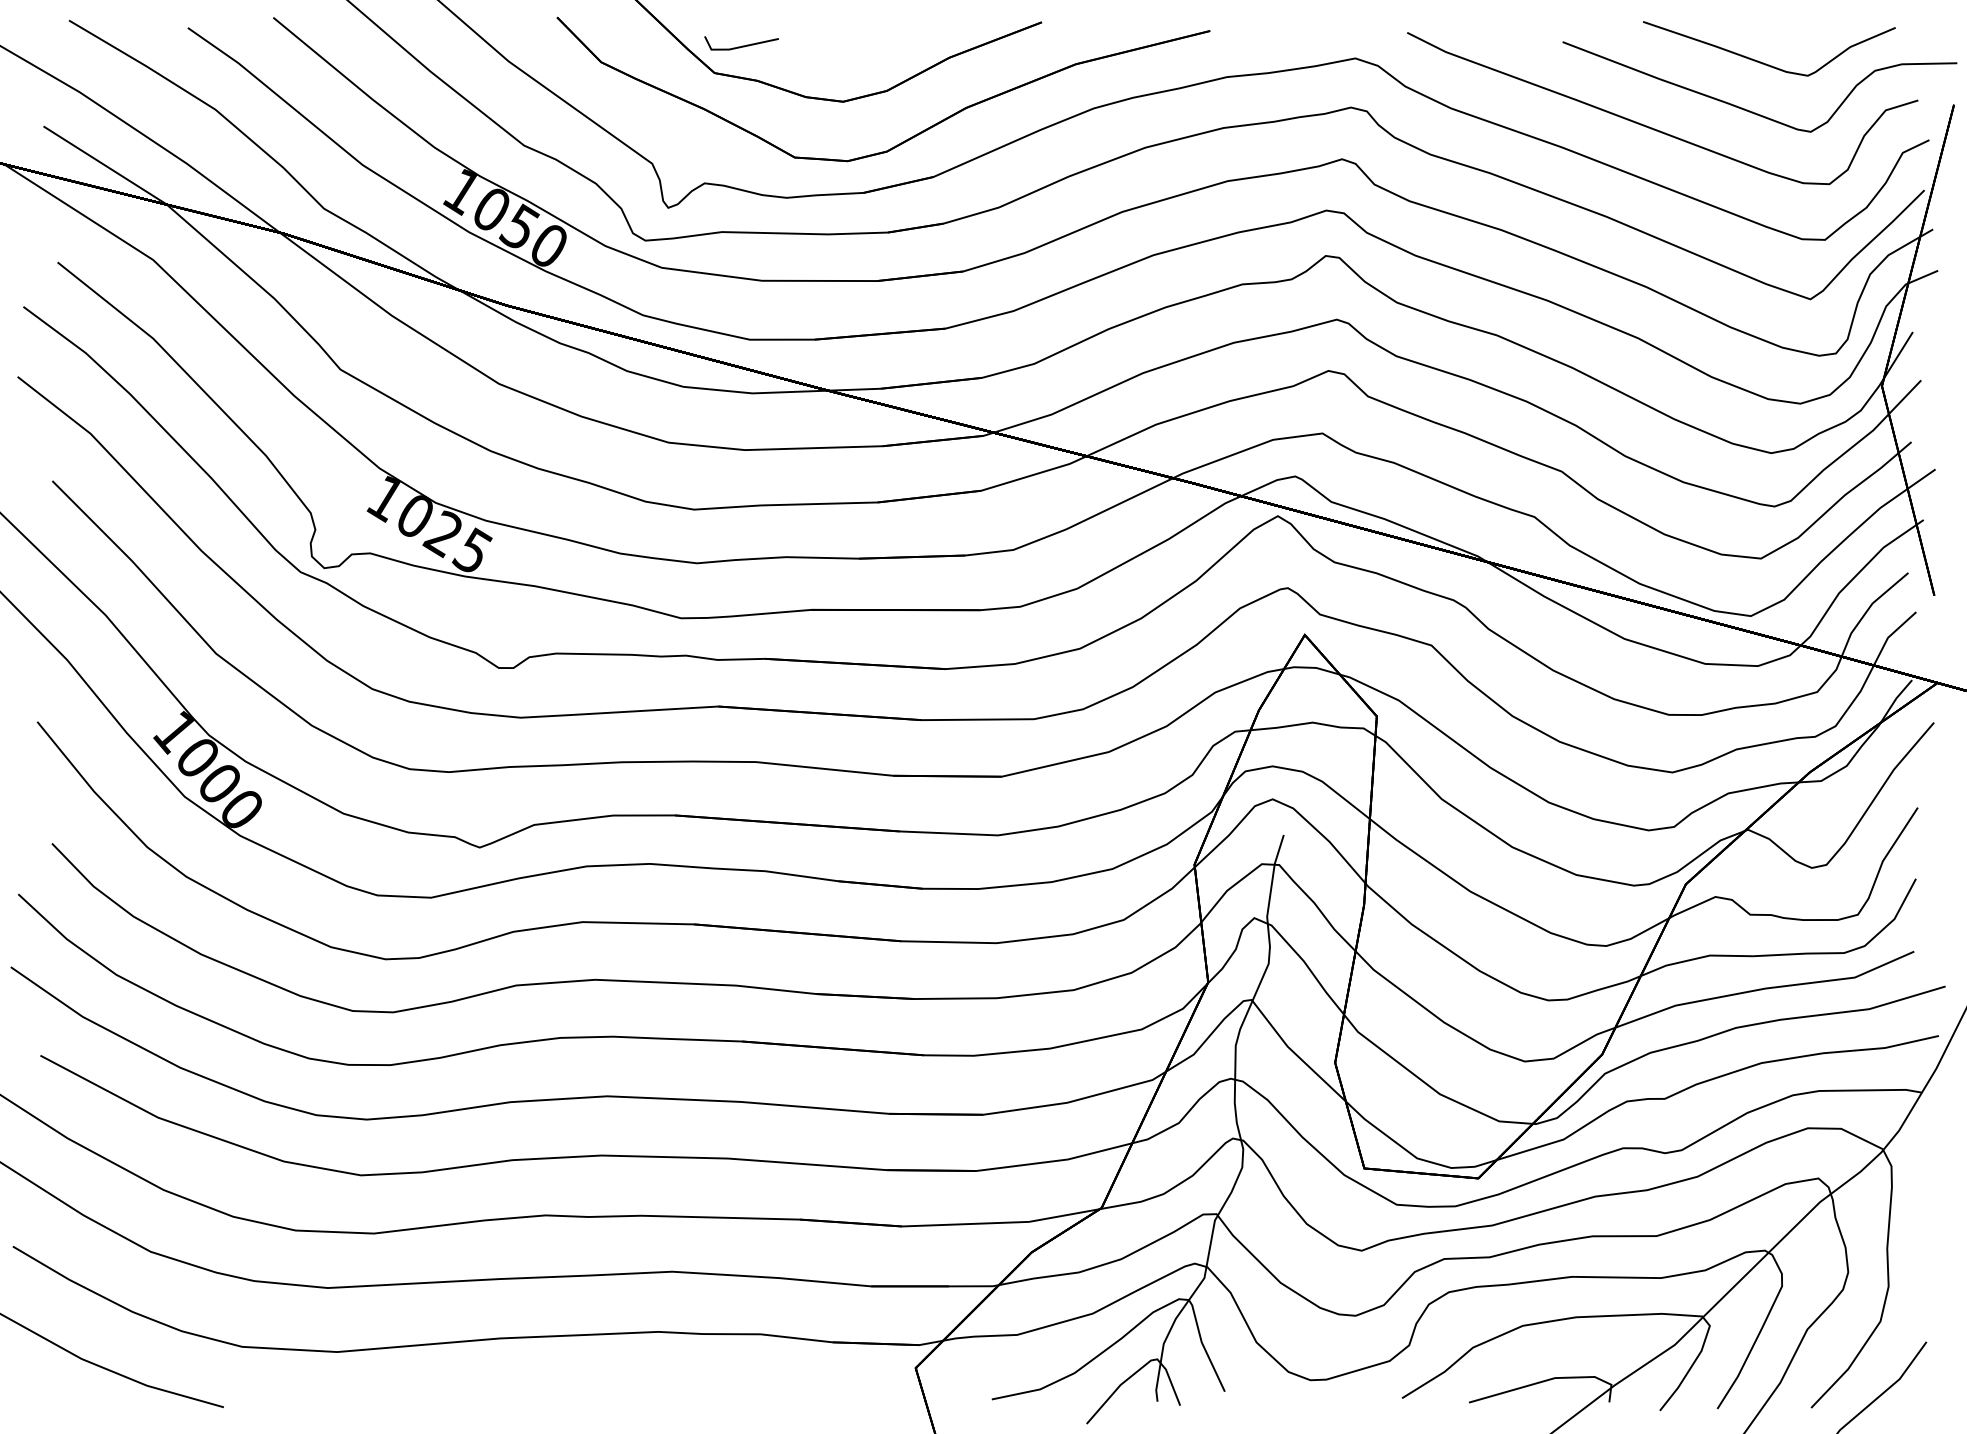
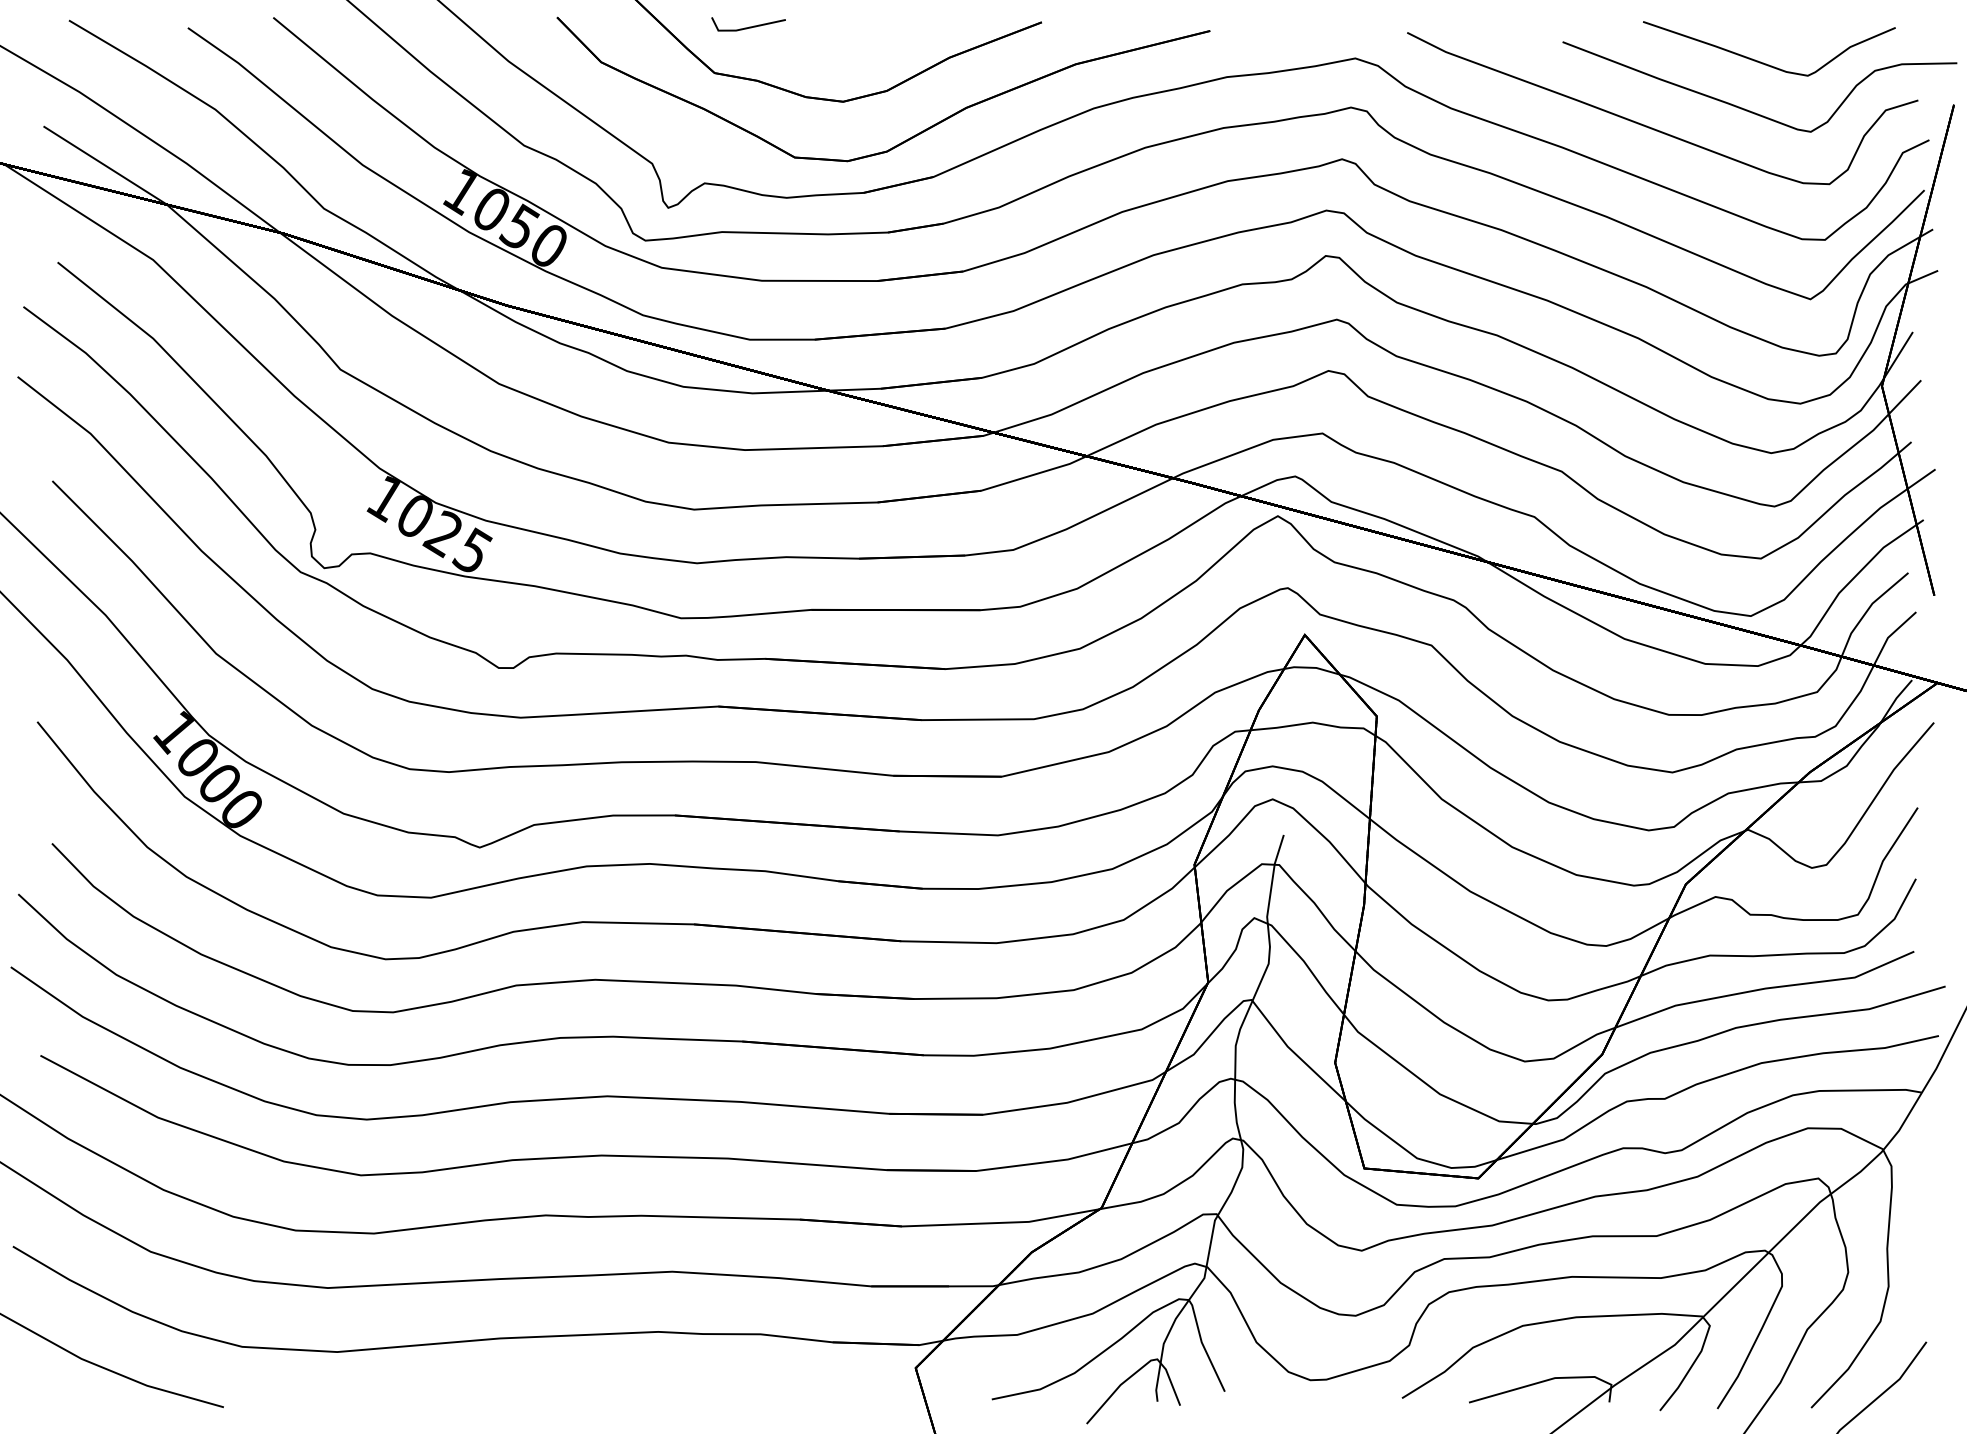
part at (741, 43) position: (741, 43) -> (748, 24)
